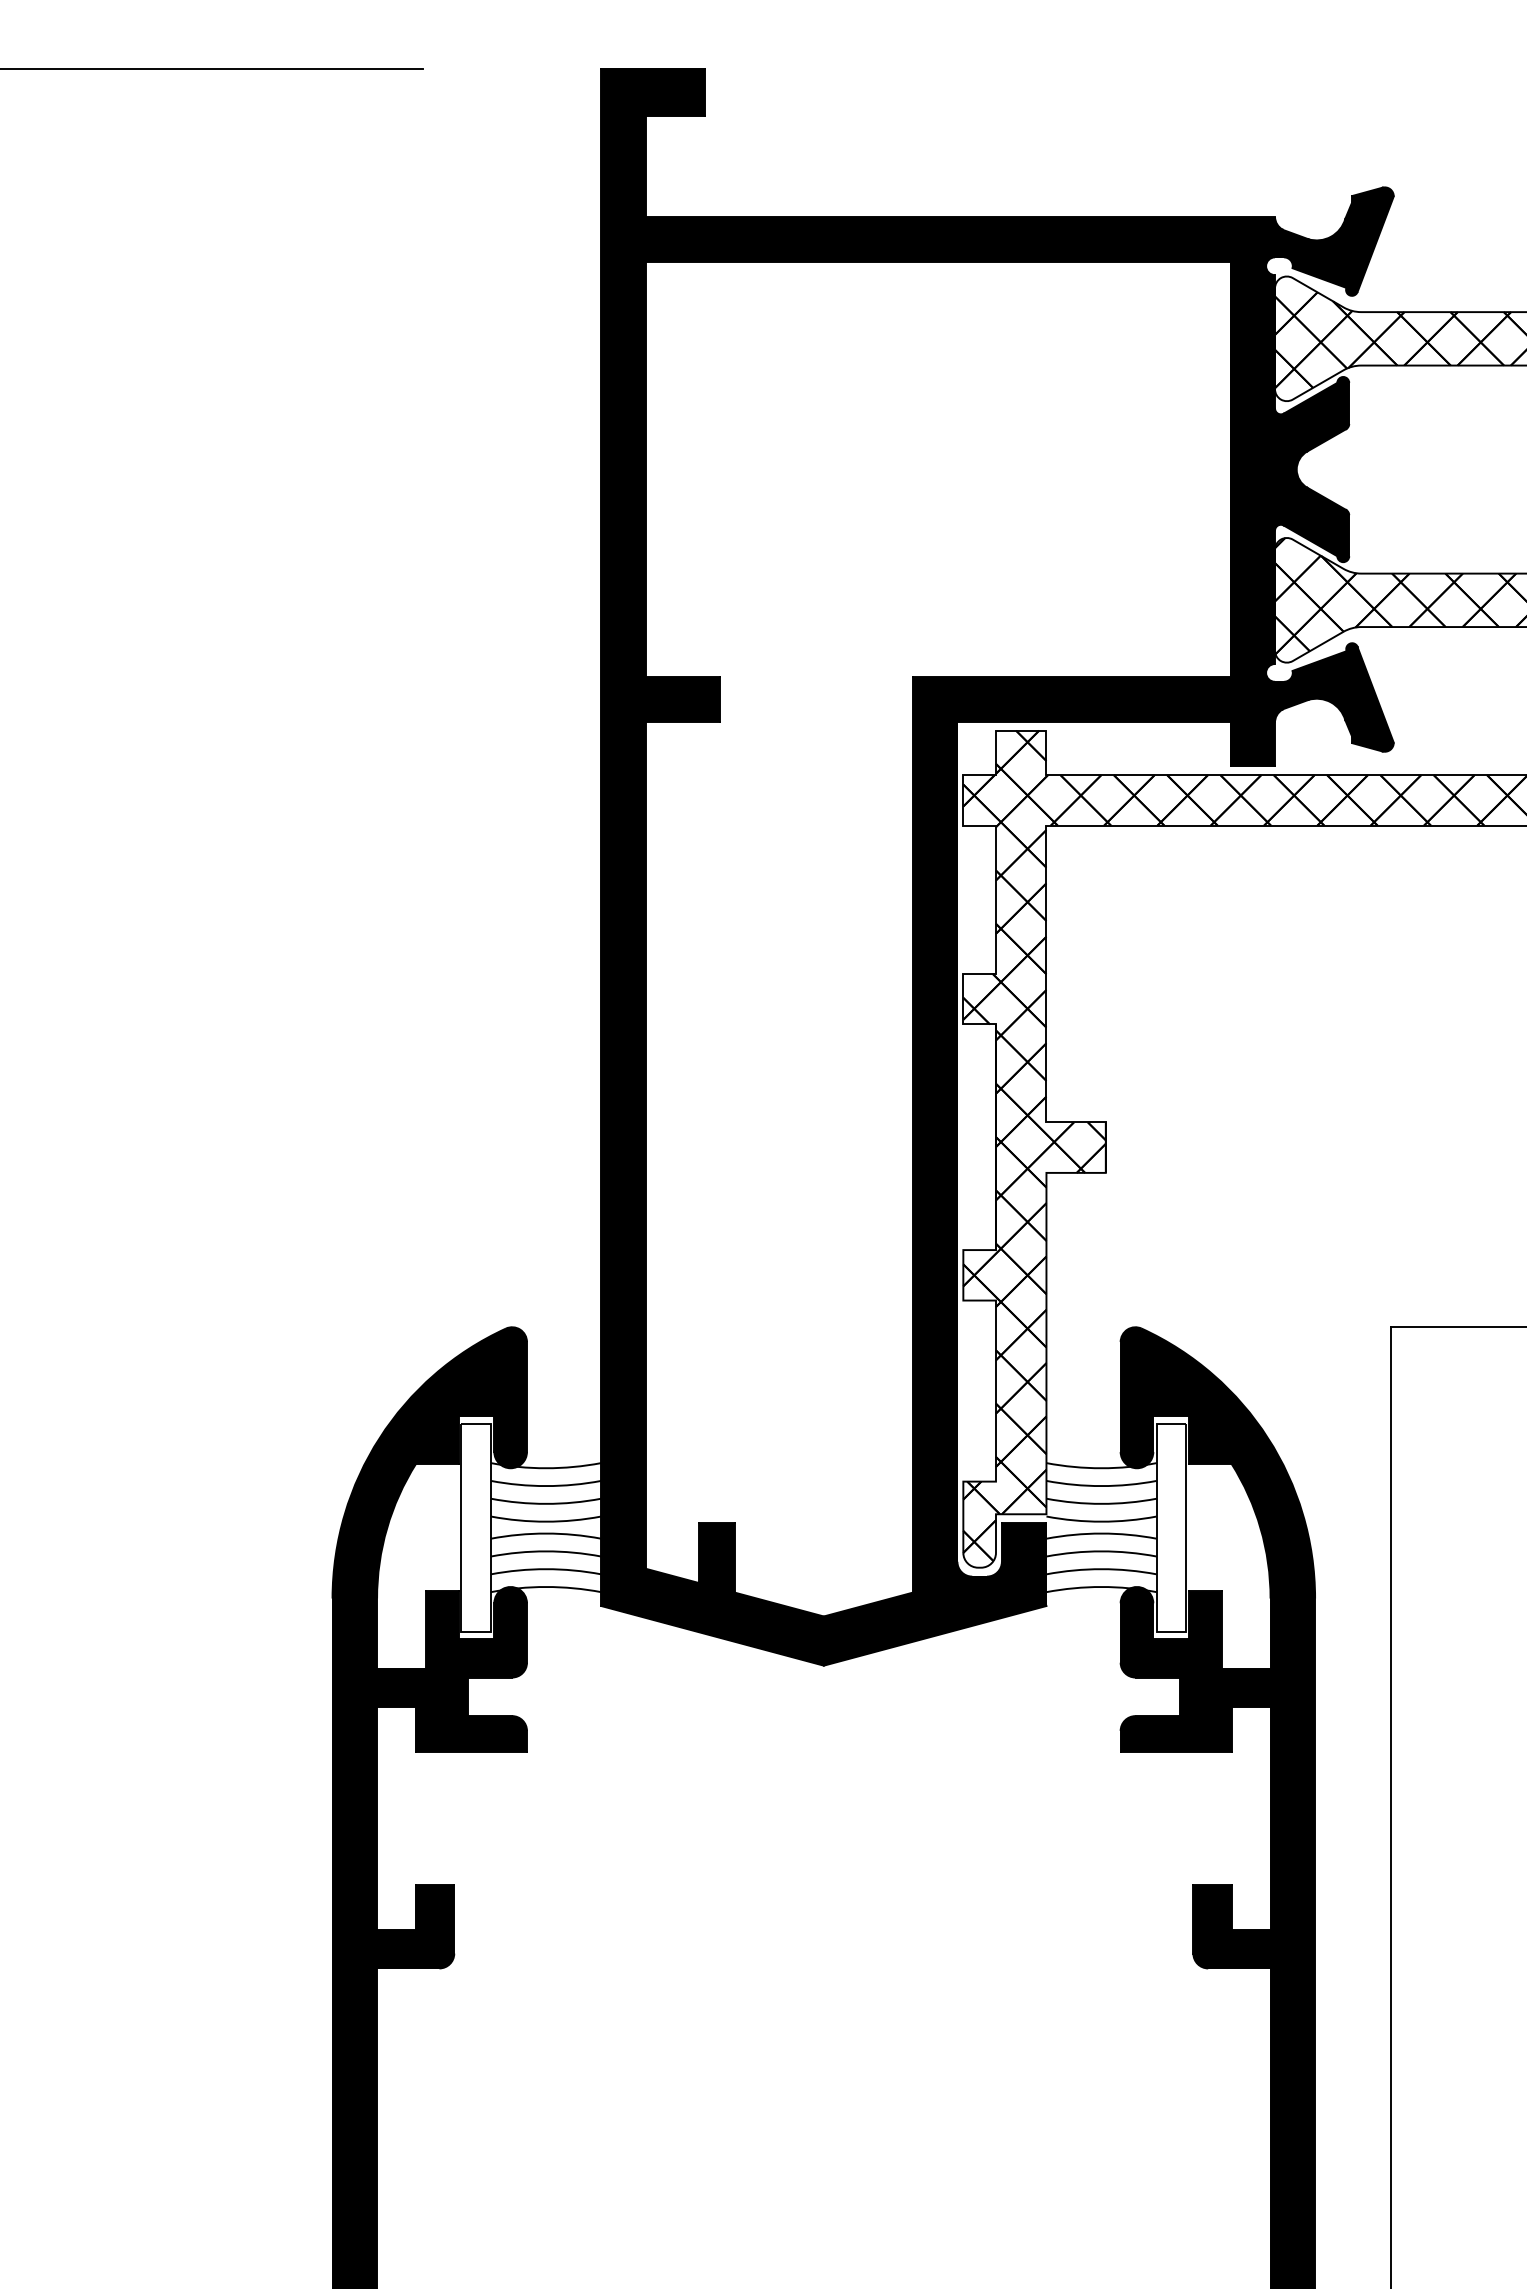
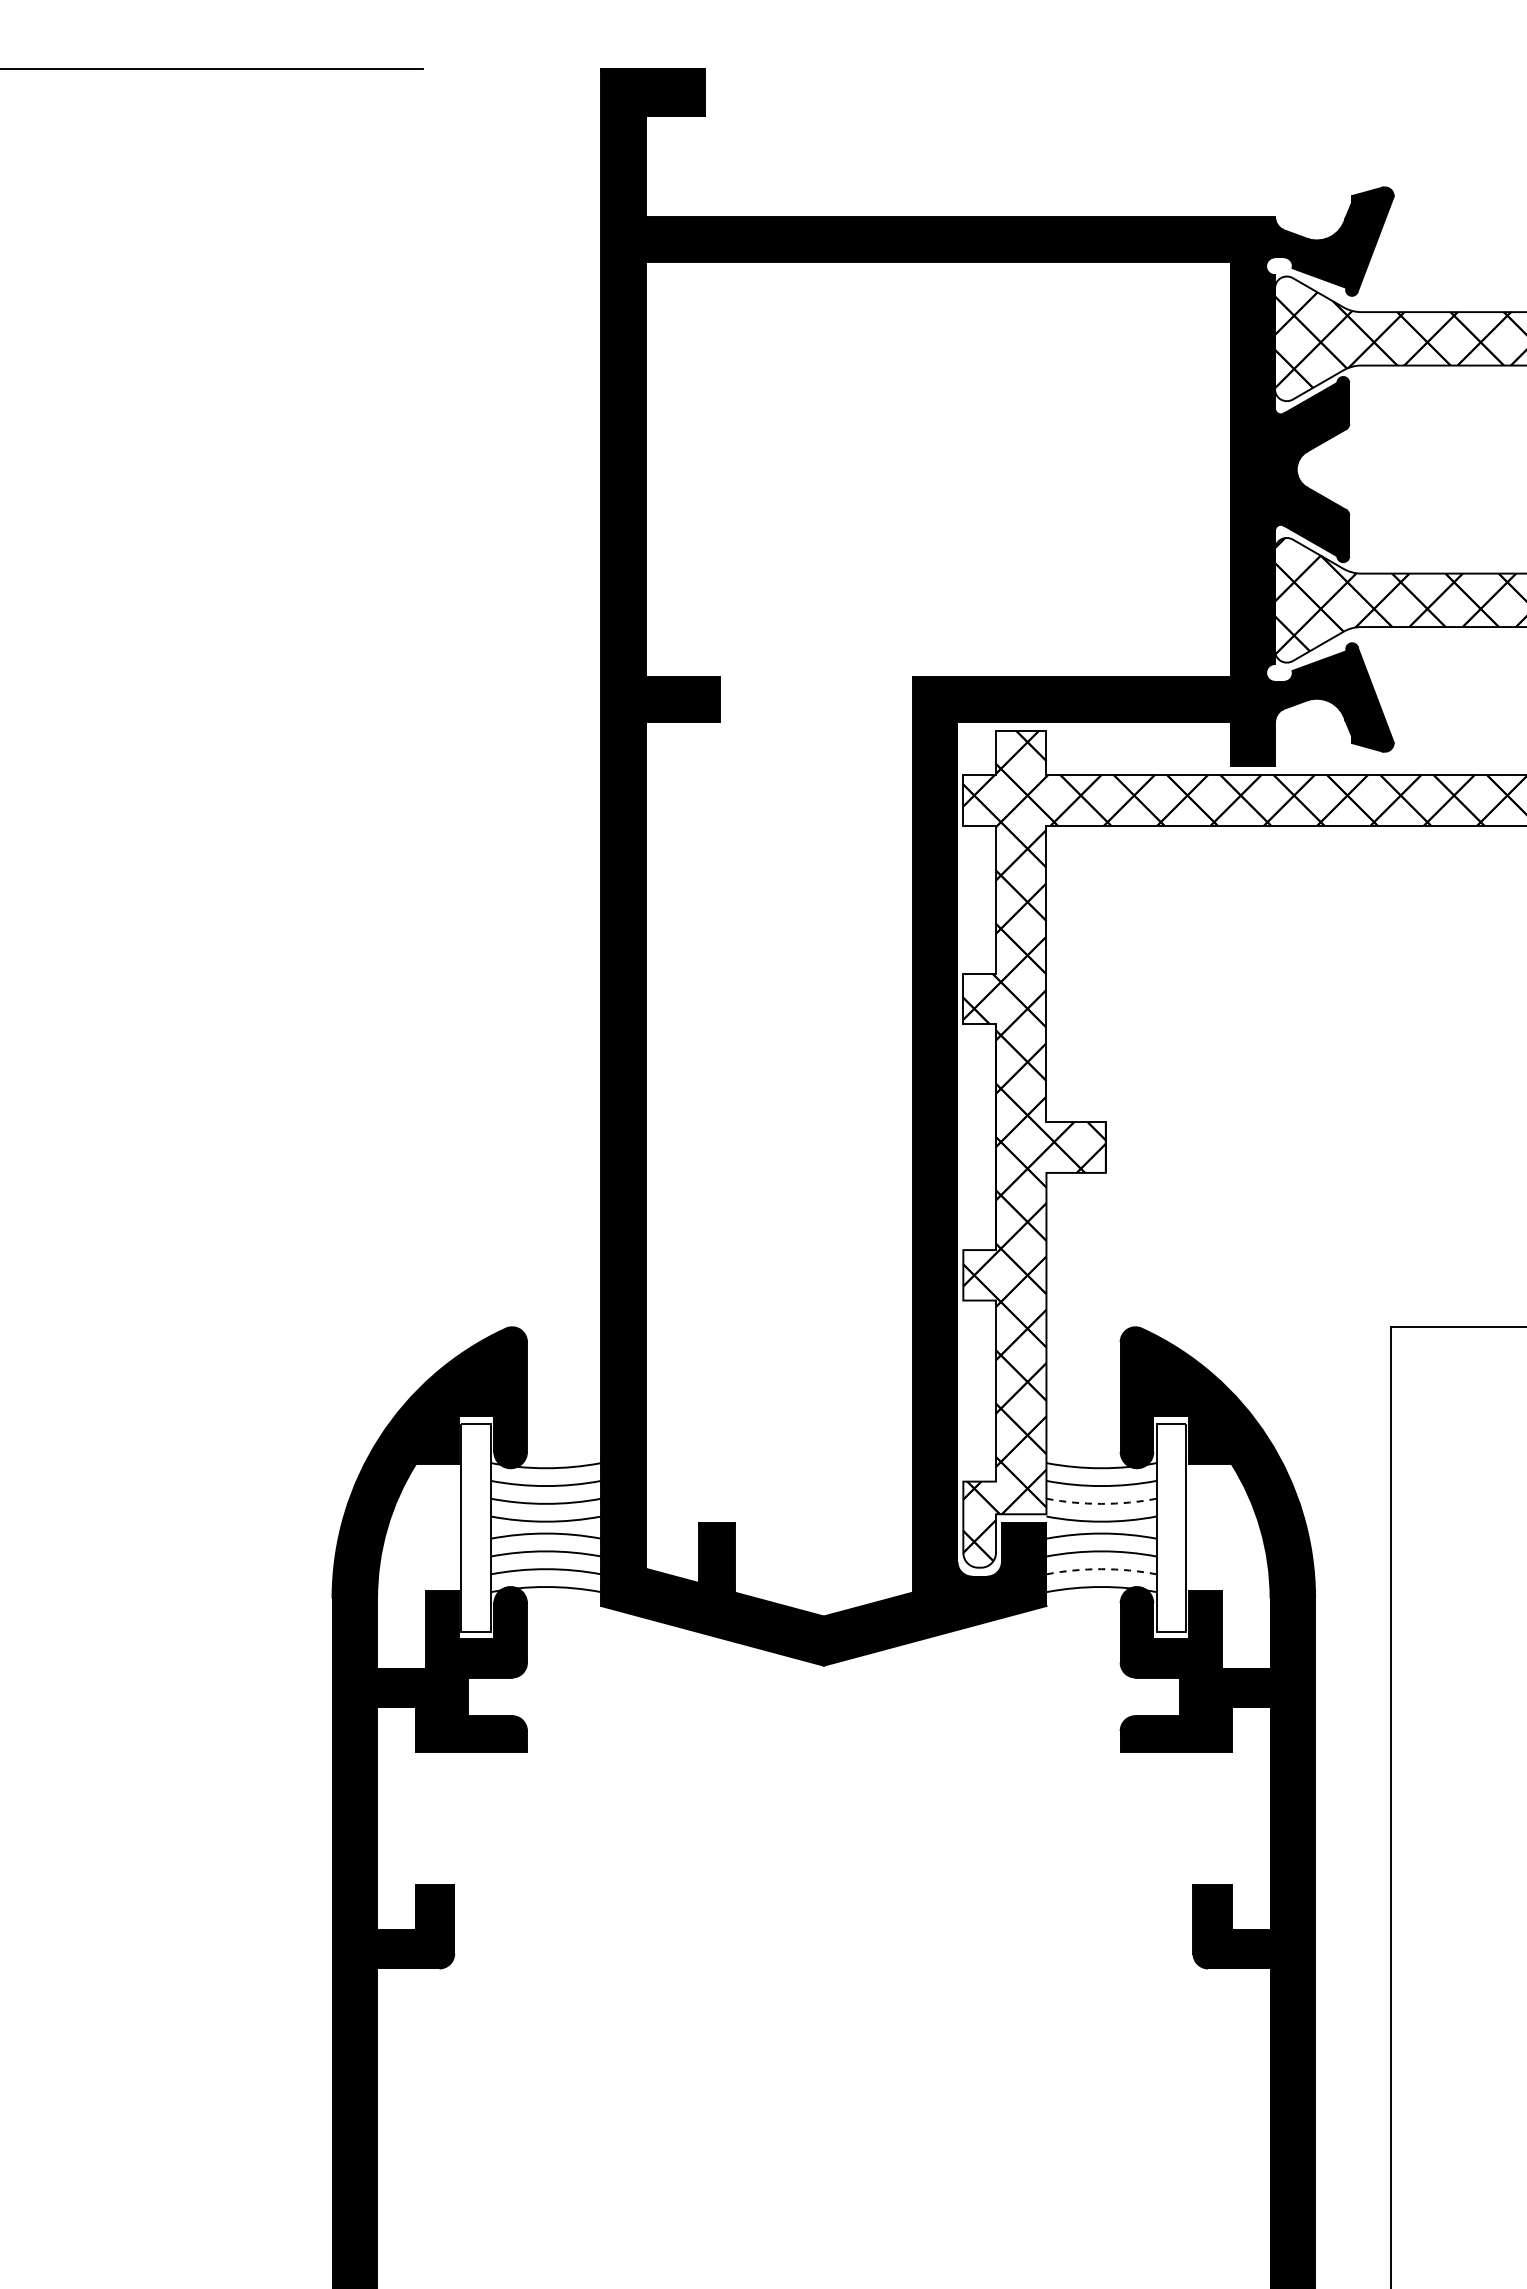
arc at (1101, 1503): solid -> dashed
arc at (1101, 1569): solid -> dashed
